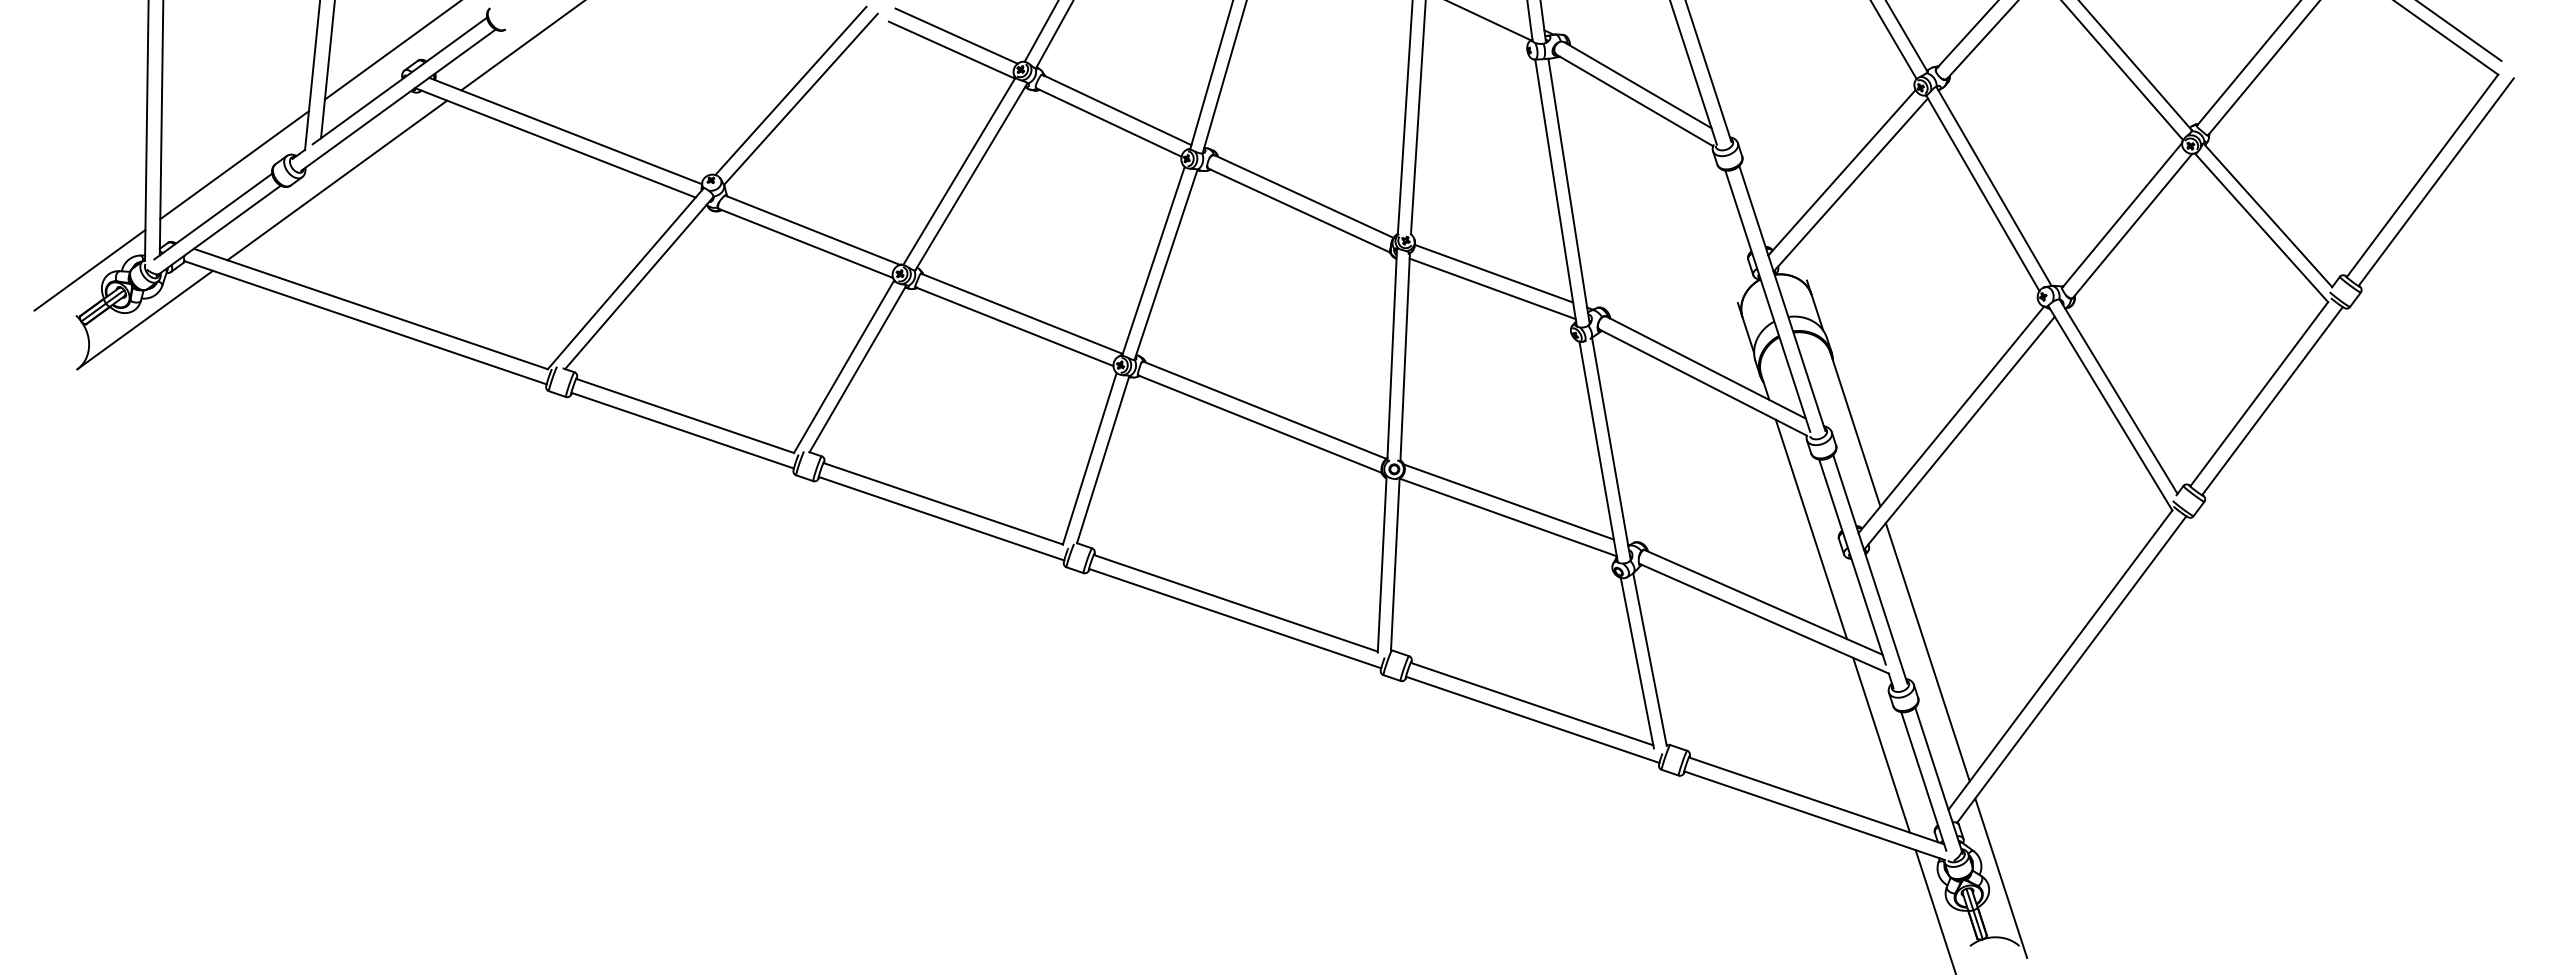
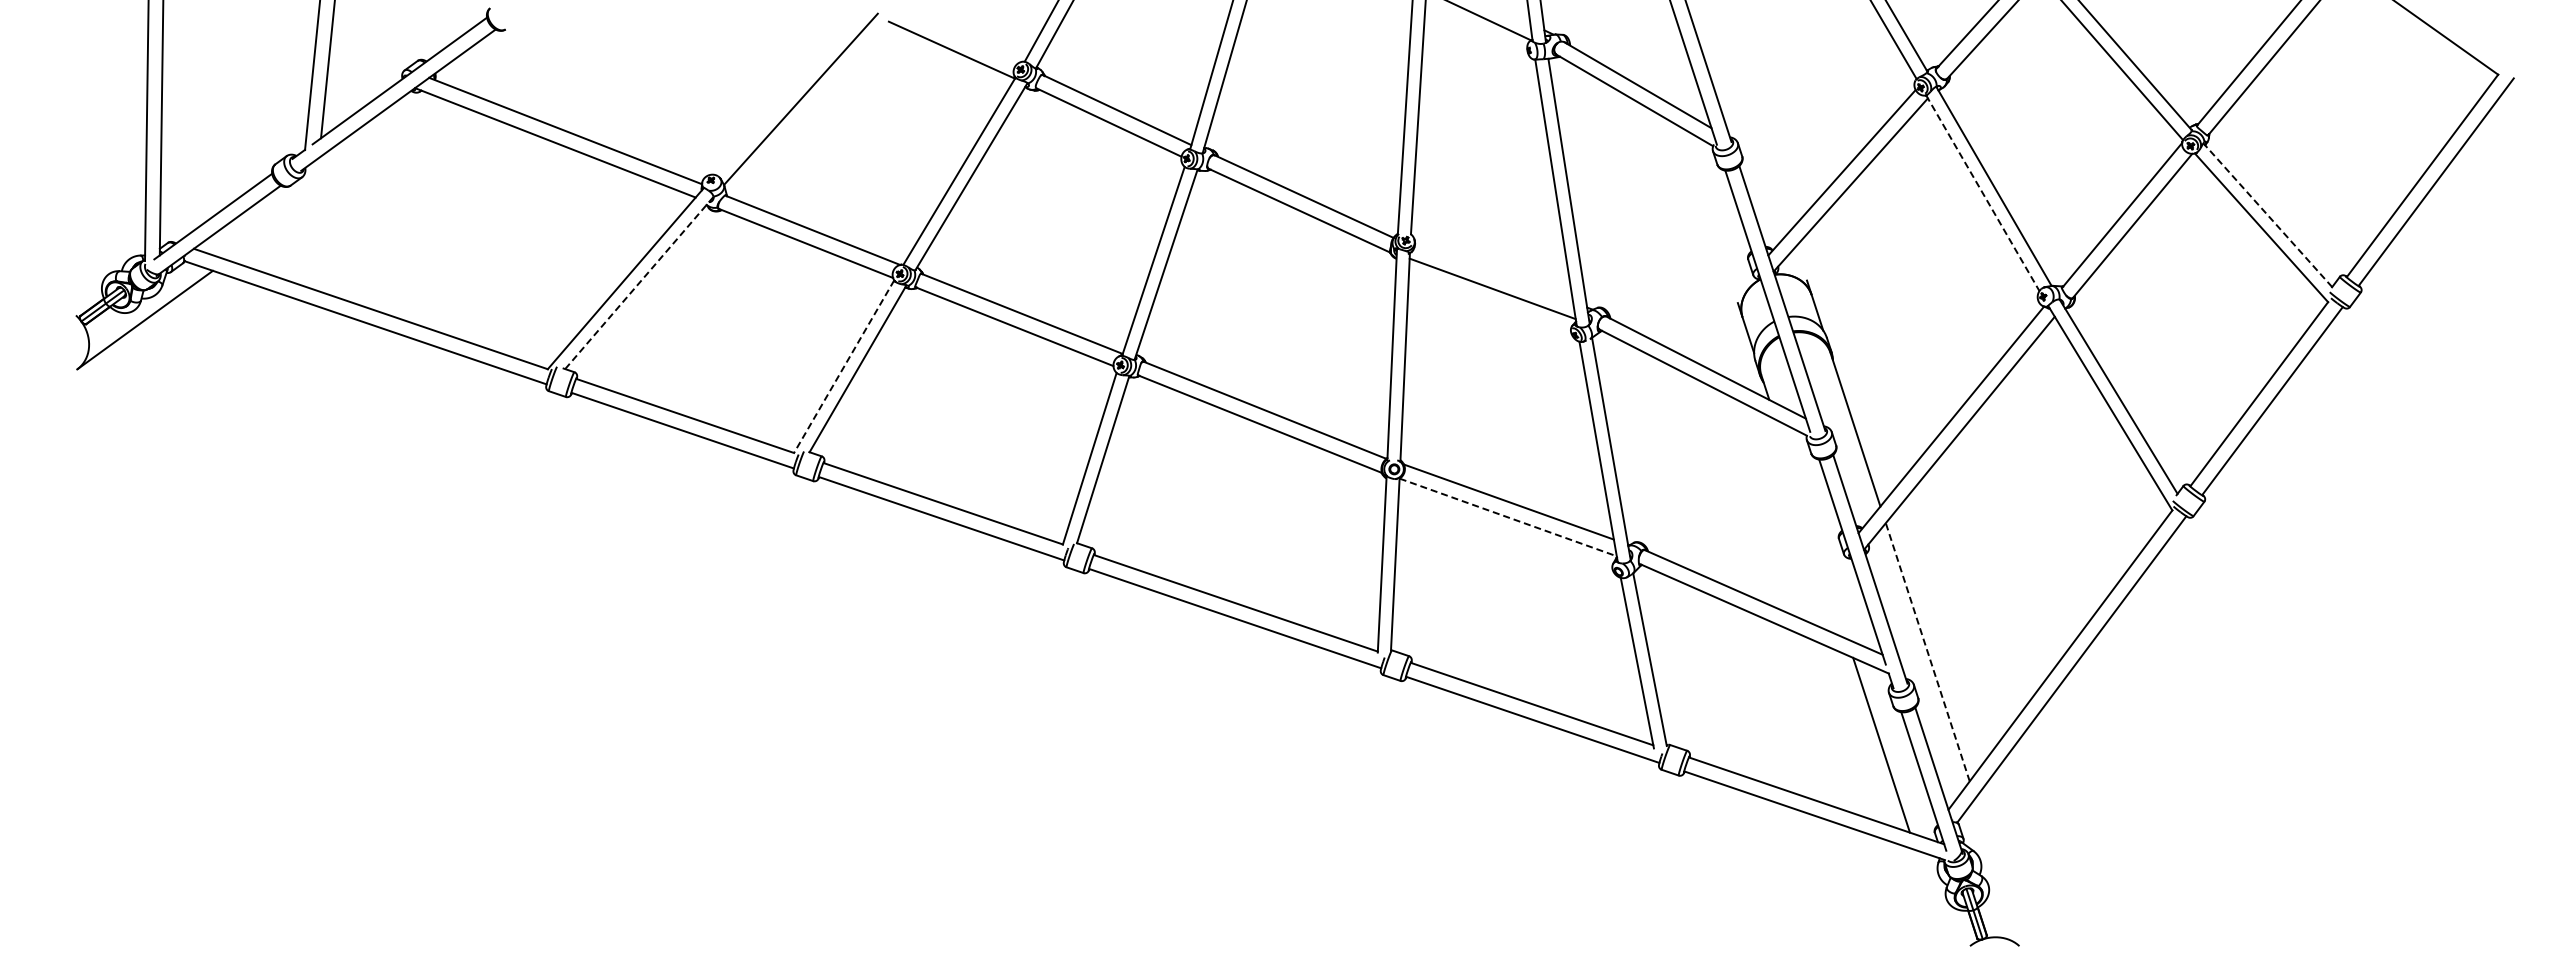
line at (2459, 31): present -> none
line at (956, 35): present -> none
line at (521, 46): present -> none
line at (391, 50): present -> none
line at (790, 90): present -> none
line at (234, 165): present -> none
line at (337, 180): present -> none
line at (1983, 193): solid -> dashed
line at (2267, 214): solid -> dashed
line at (89, 270): present -> none
line at (1494, 273): present -> none
line at (639, 282): solid -> dashed
line at (844, 366): solid -> dashed
line at (1508, 517): solid -> dashed
line at (1811, 529): present -> none
line at (1927, 652): solid -> dashed
line at (2001, 878): present -> none
line at (1935, 910): present -> none
